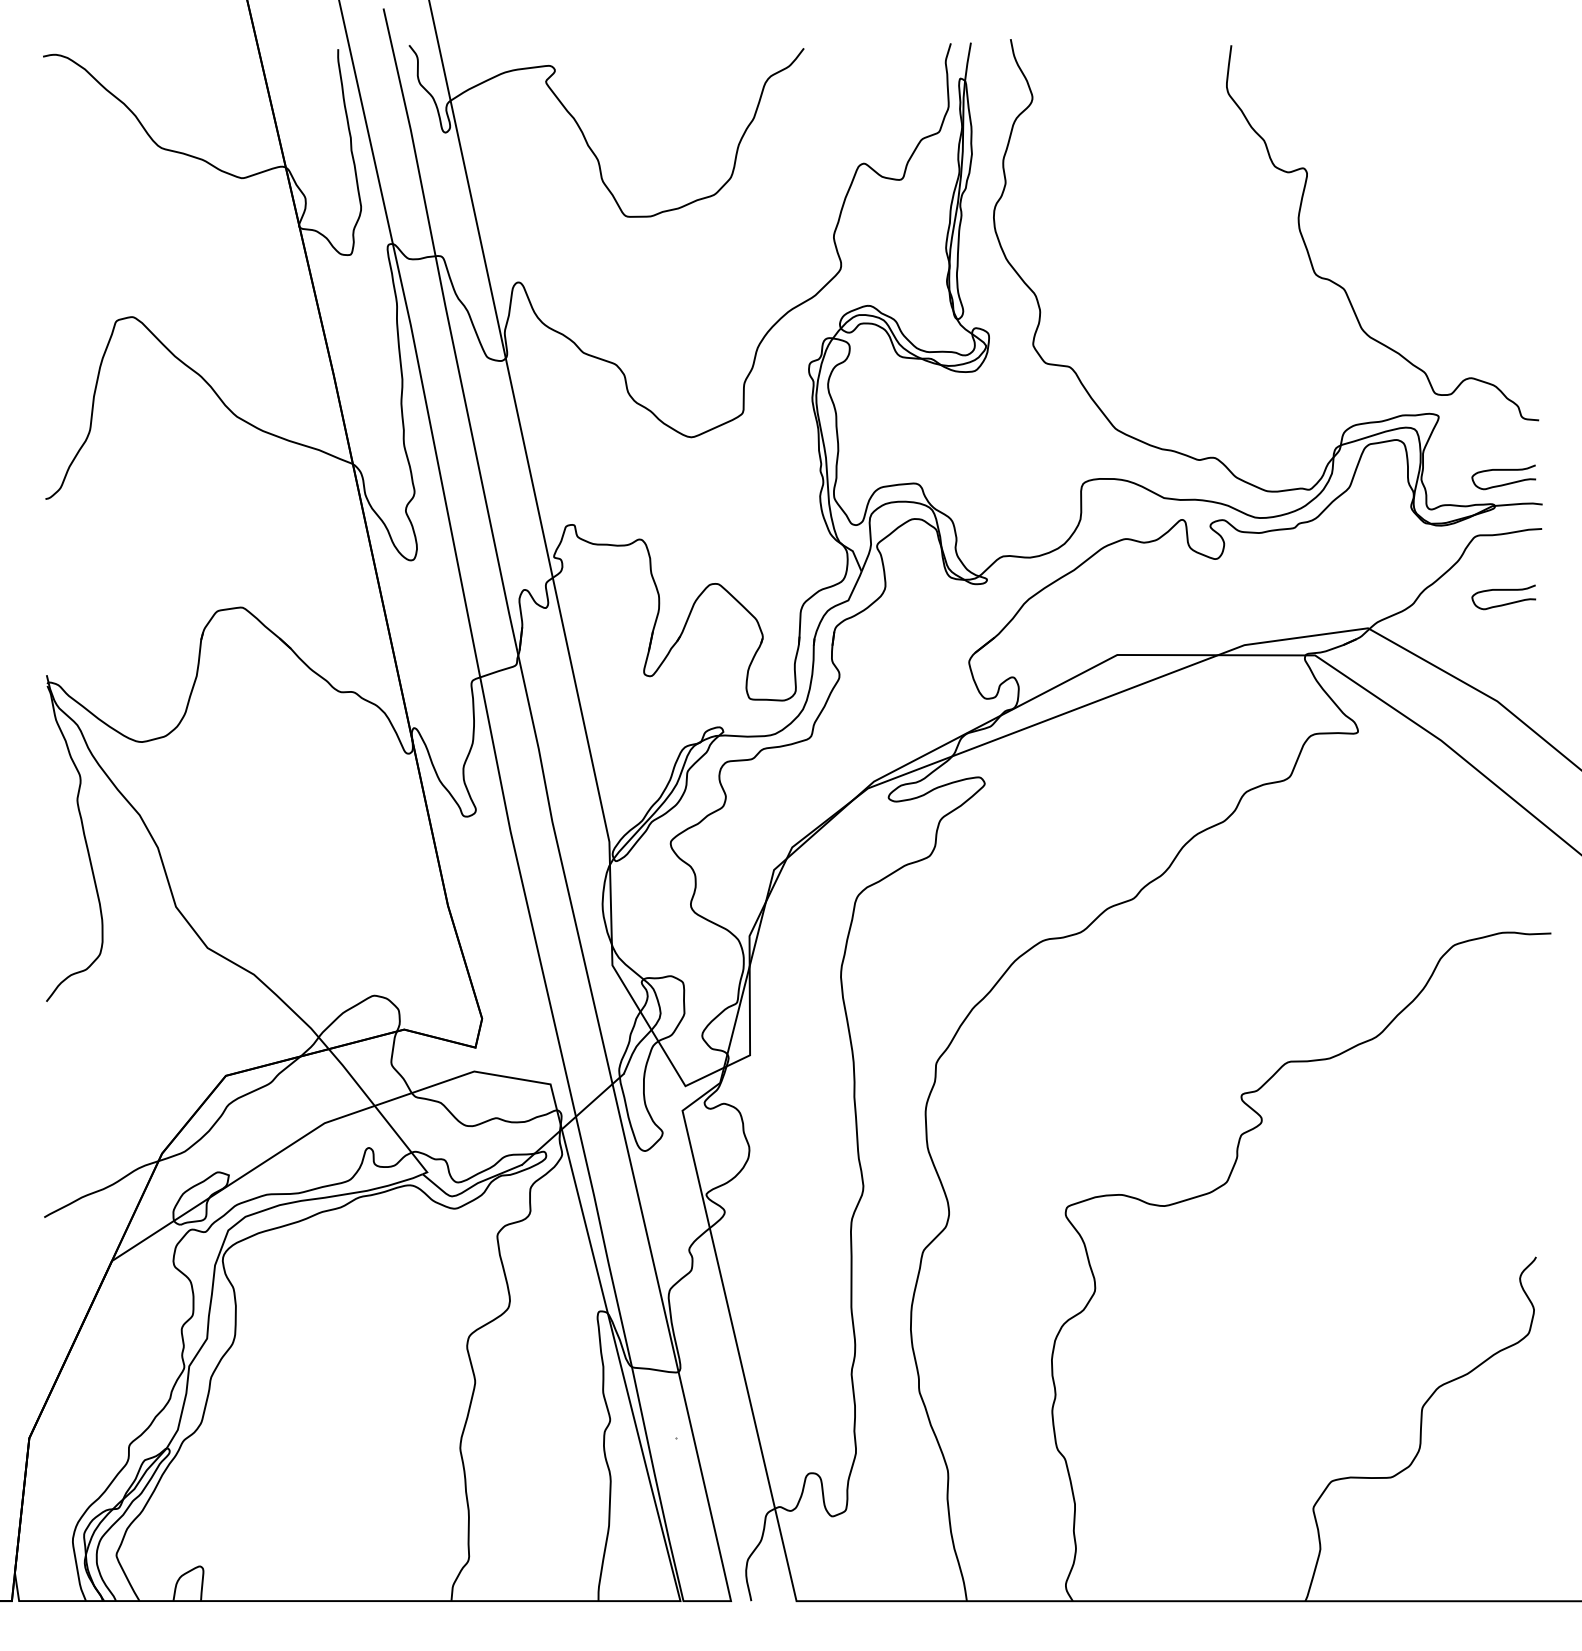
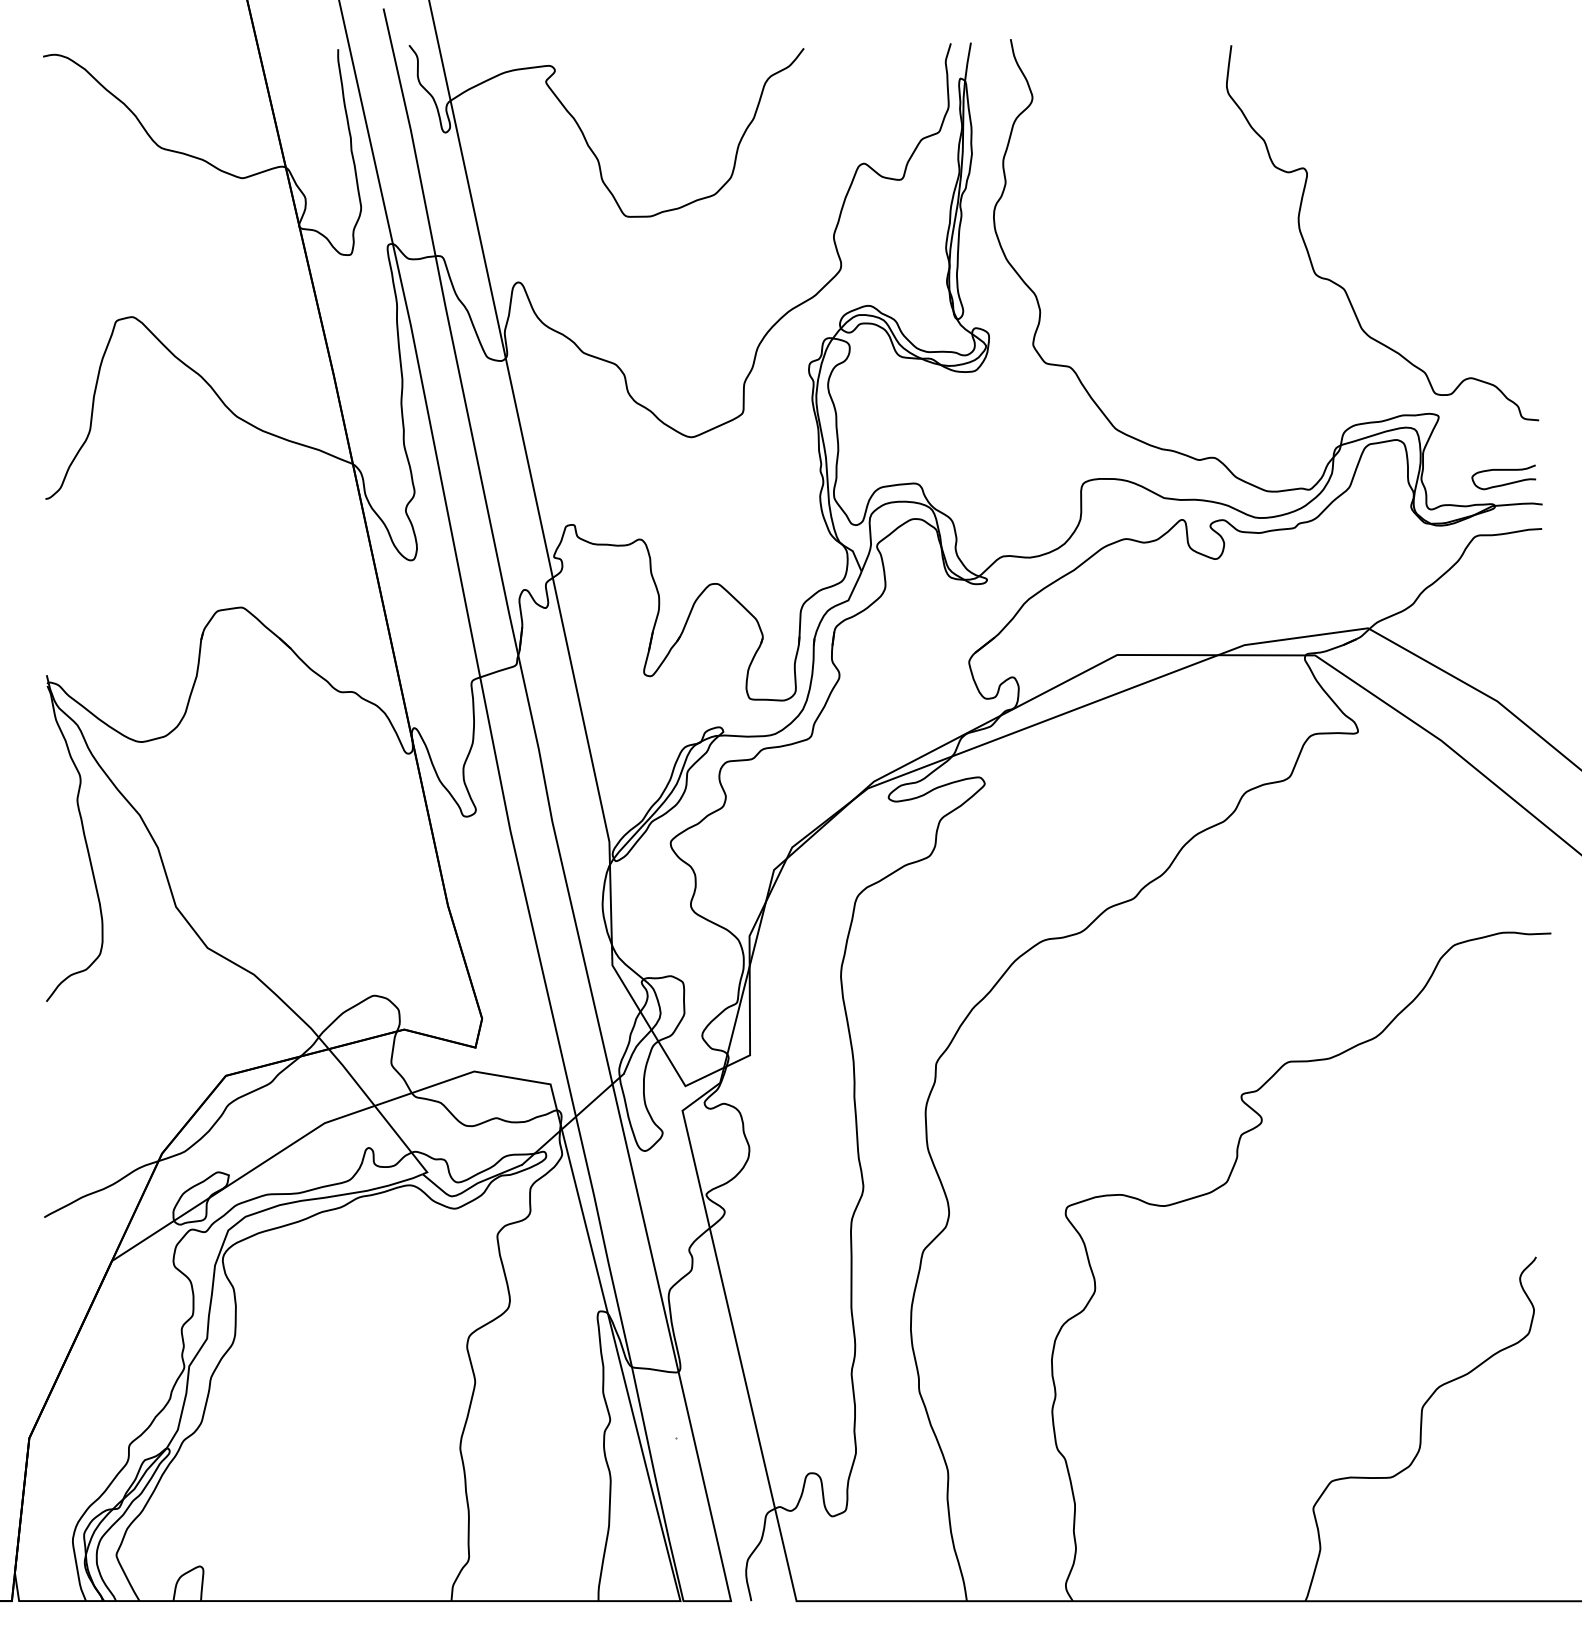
curve at (1504, 603): present -> none
